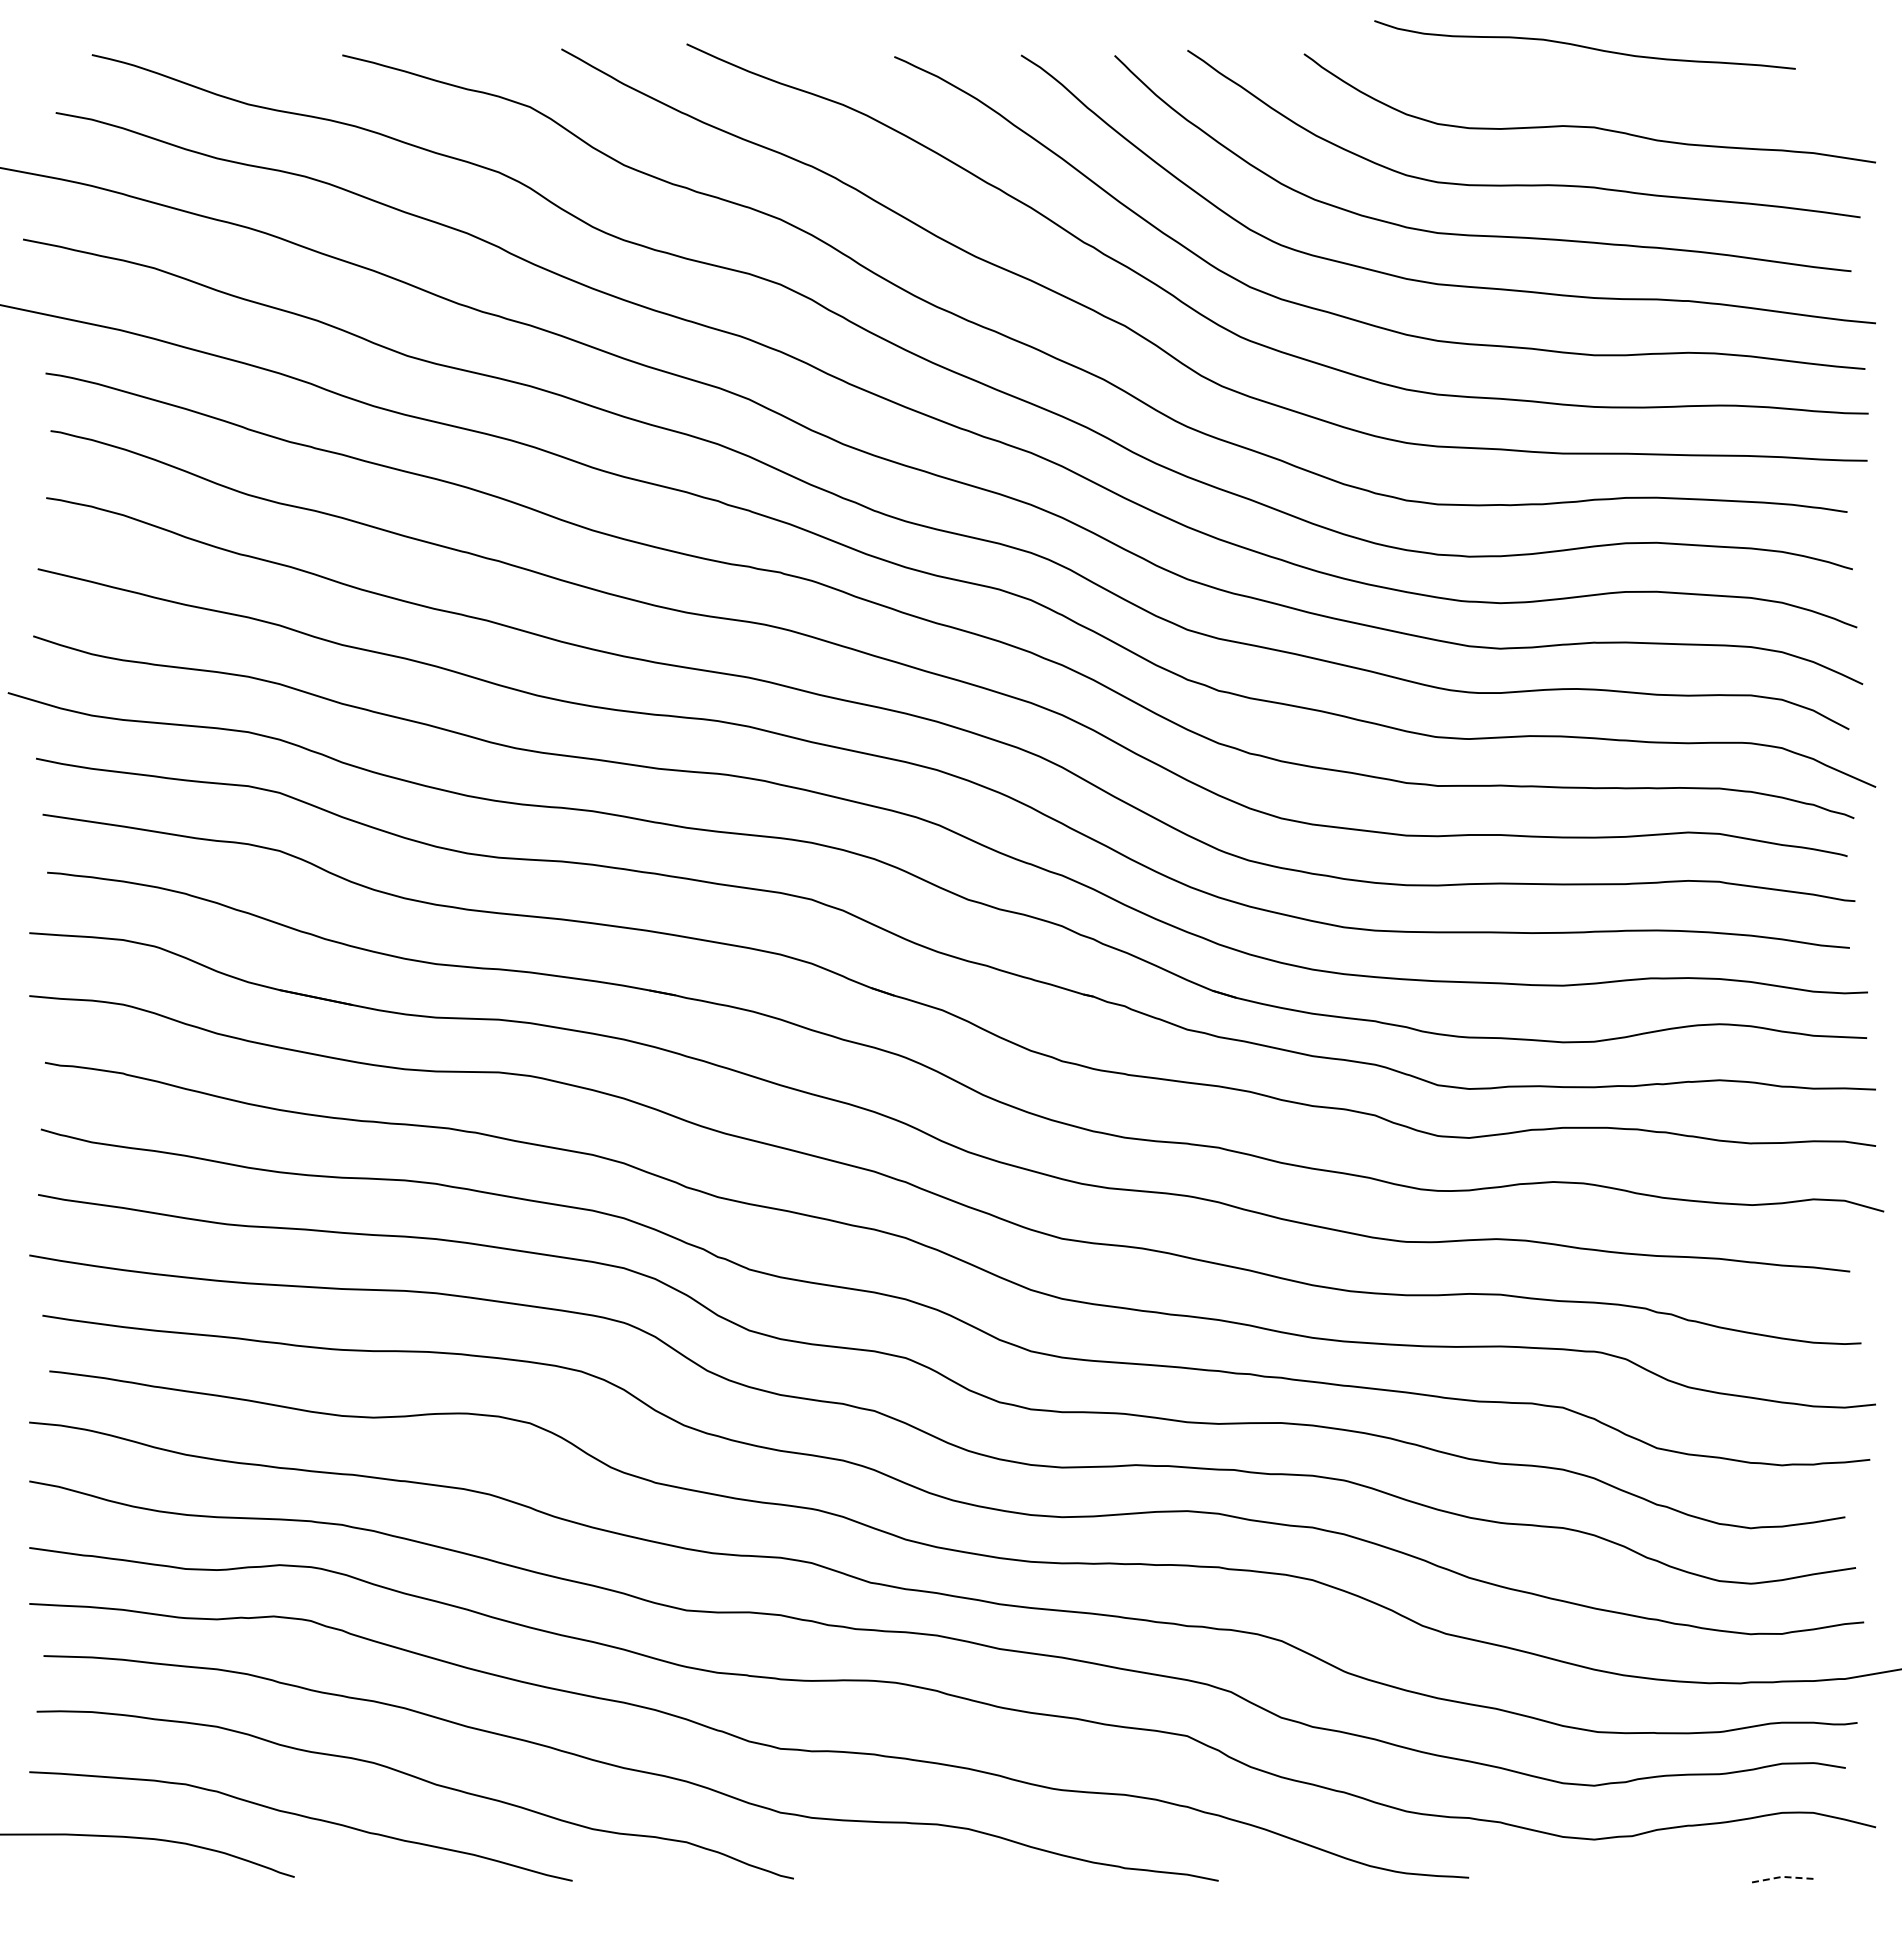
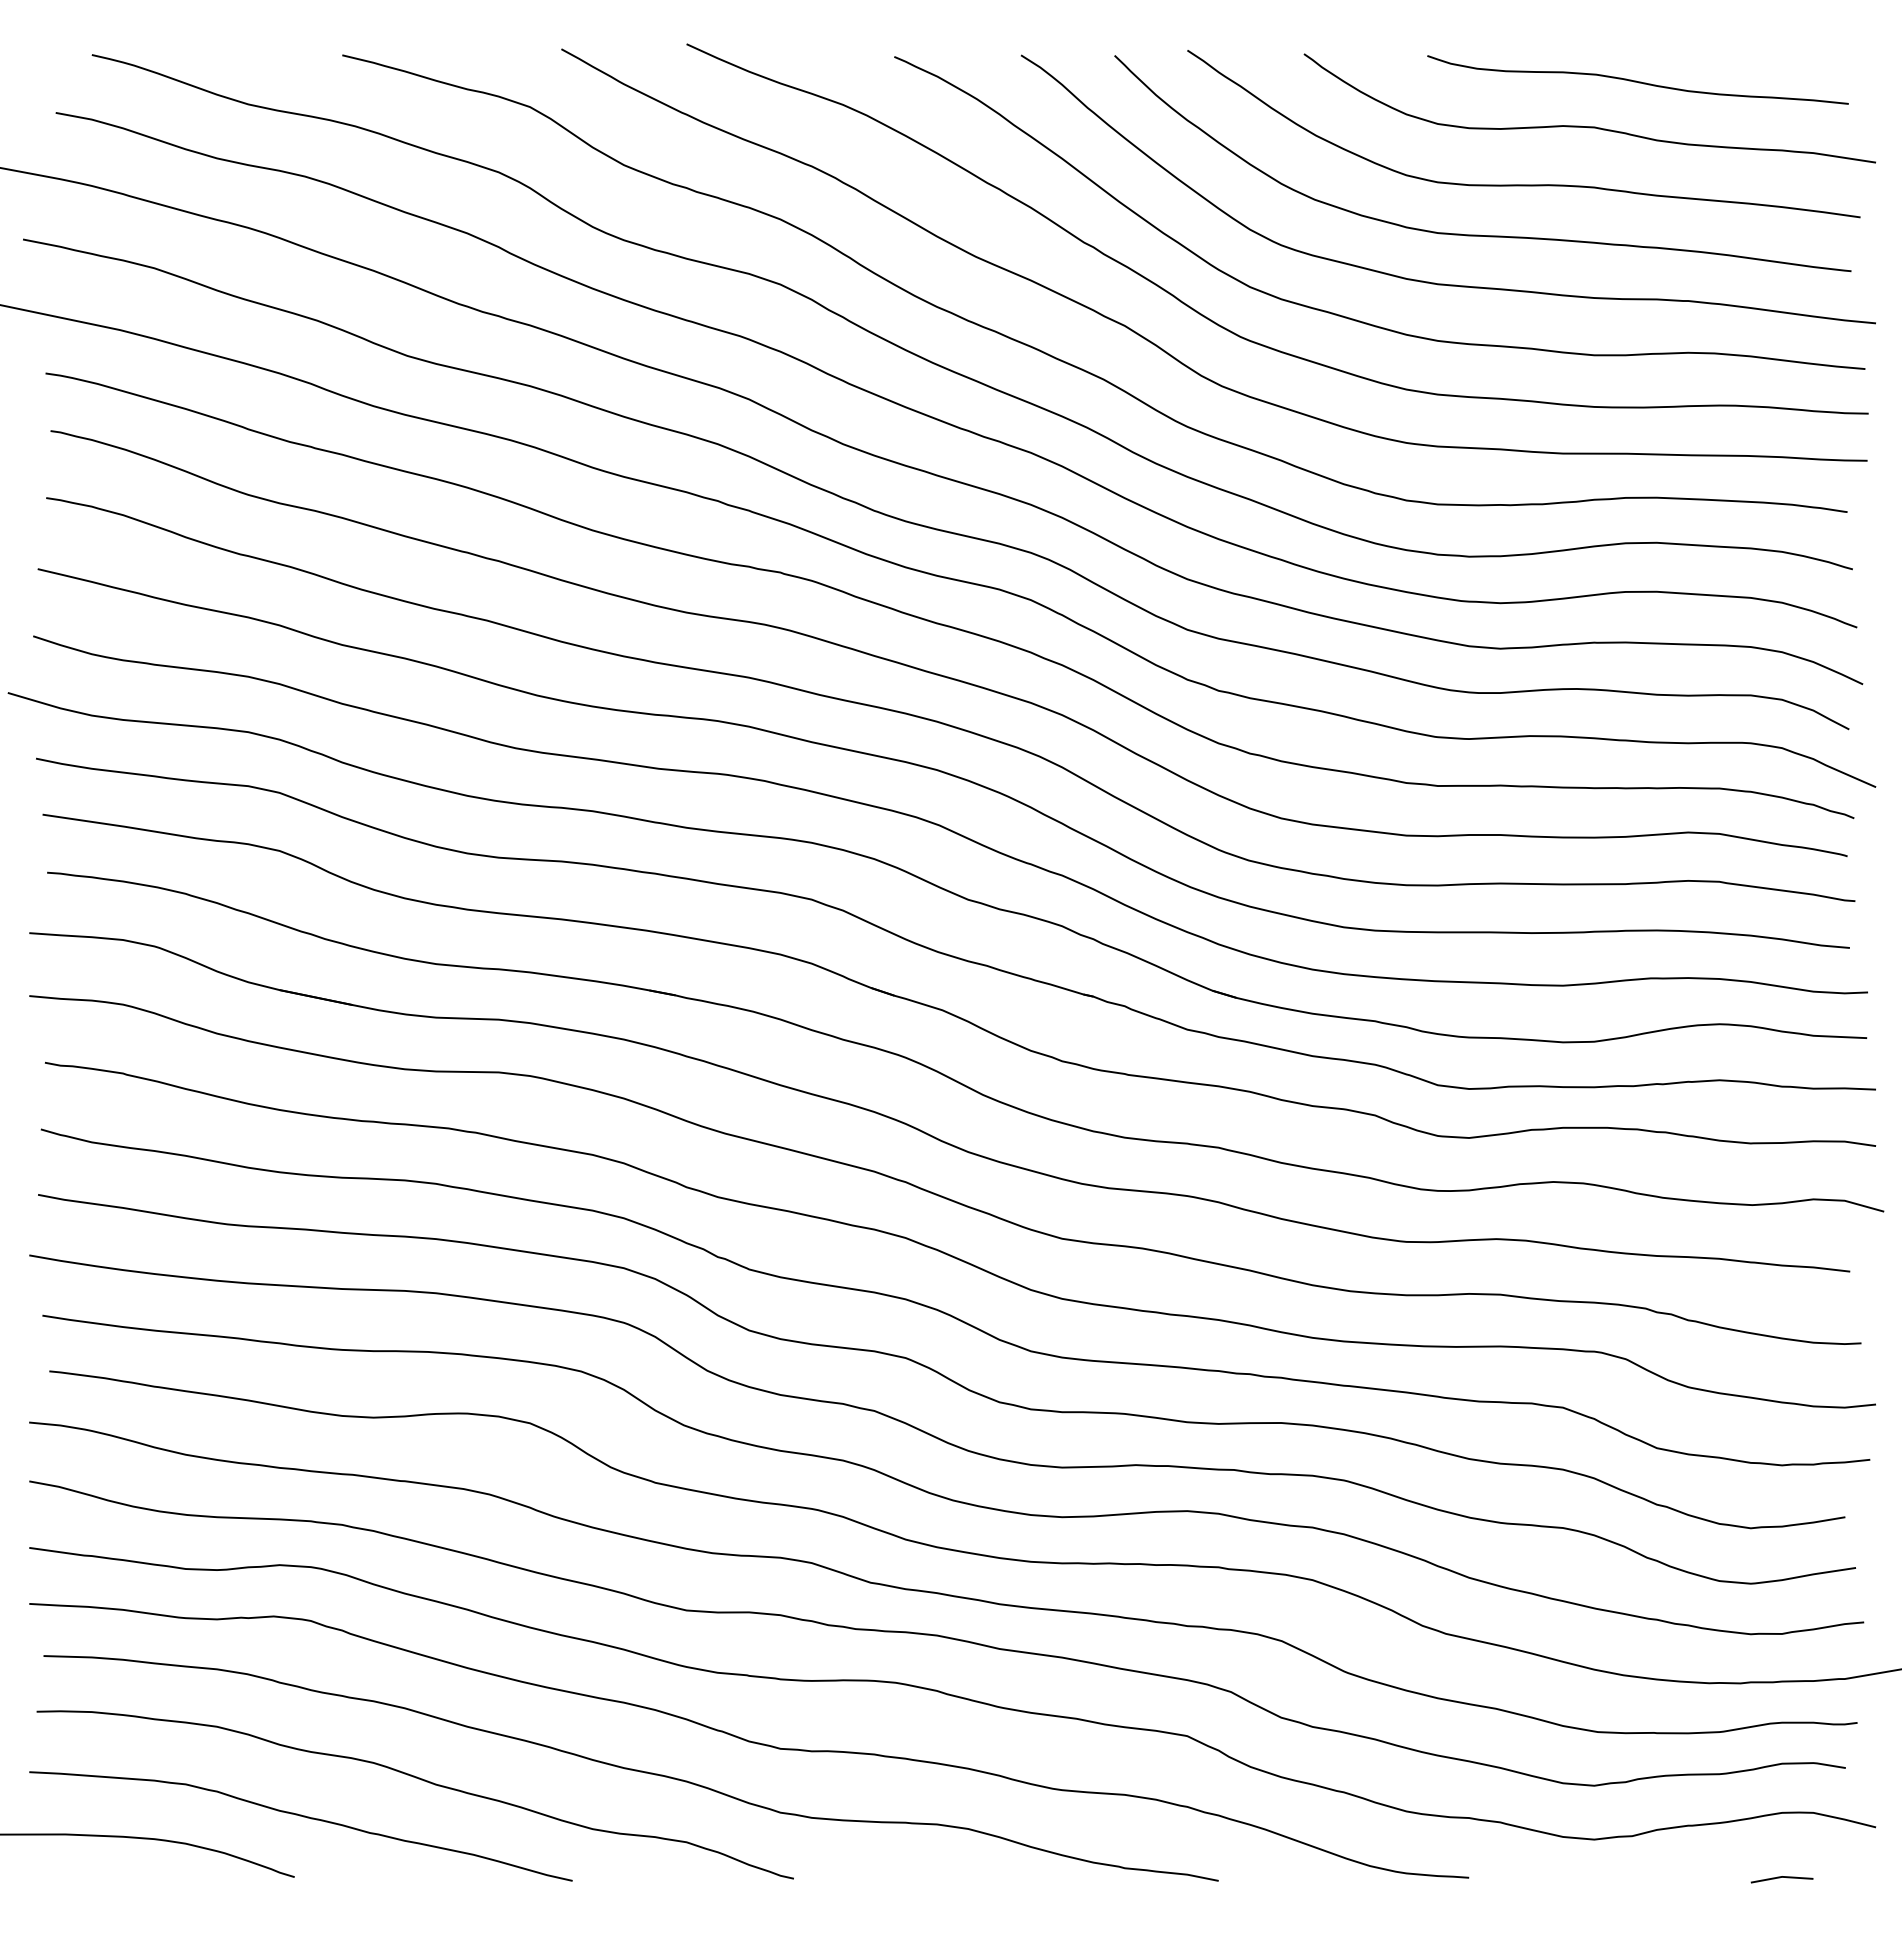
curve at (1583, 45) position: (1583, 45) -> (1636, 80)
line at (1782, 1876): dashed -> solid
